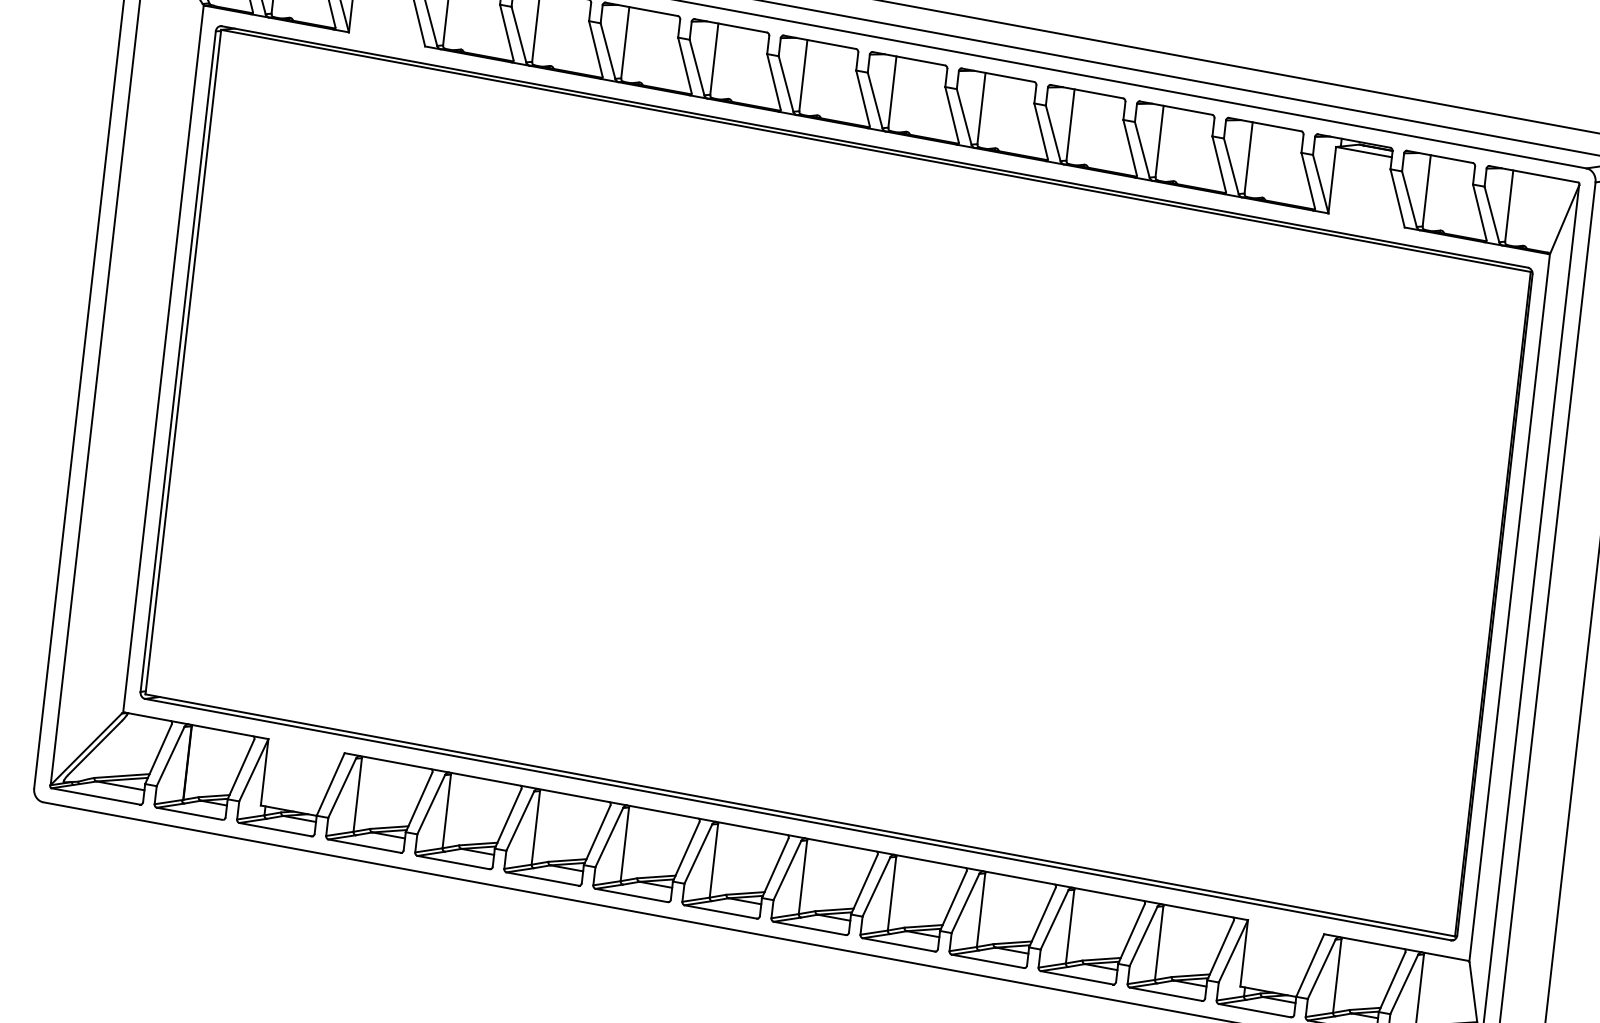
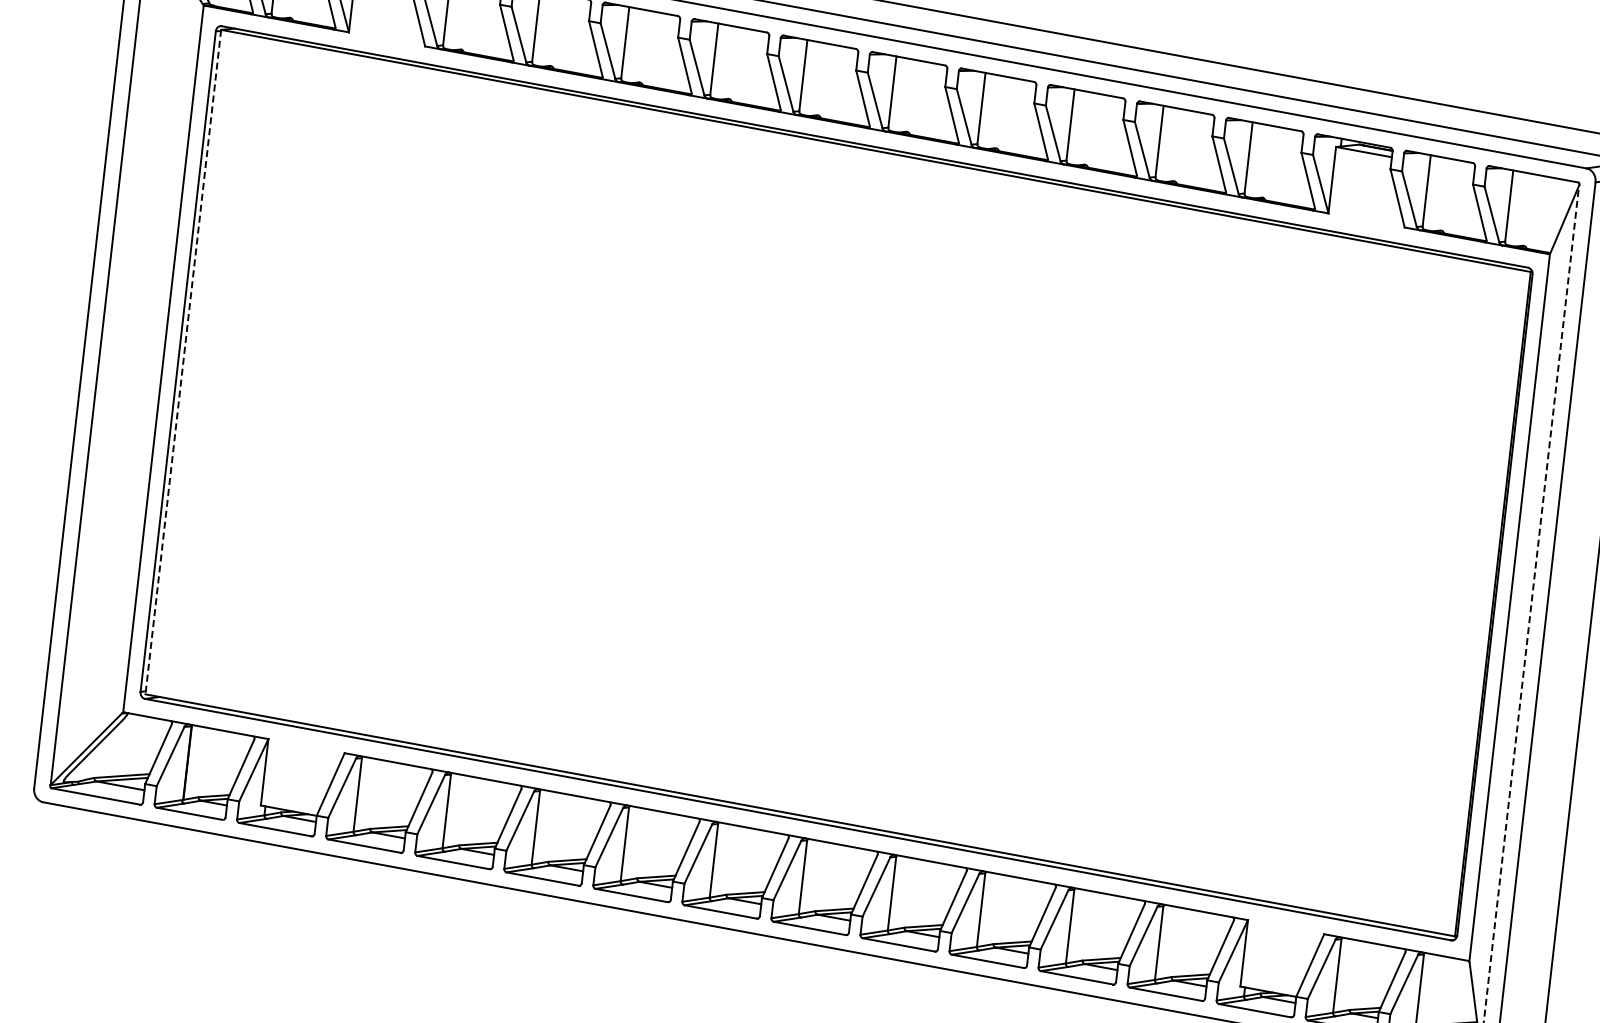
line at (183, 362): solid -> dashed
line at (1531, 603): solid -> dashed
